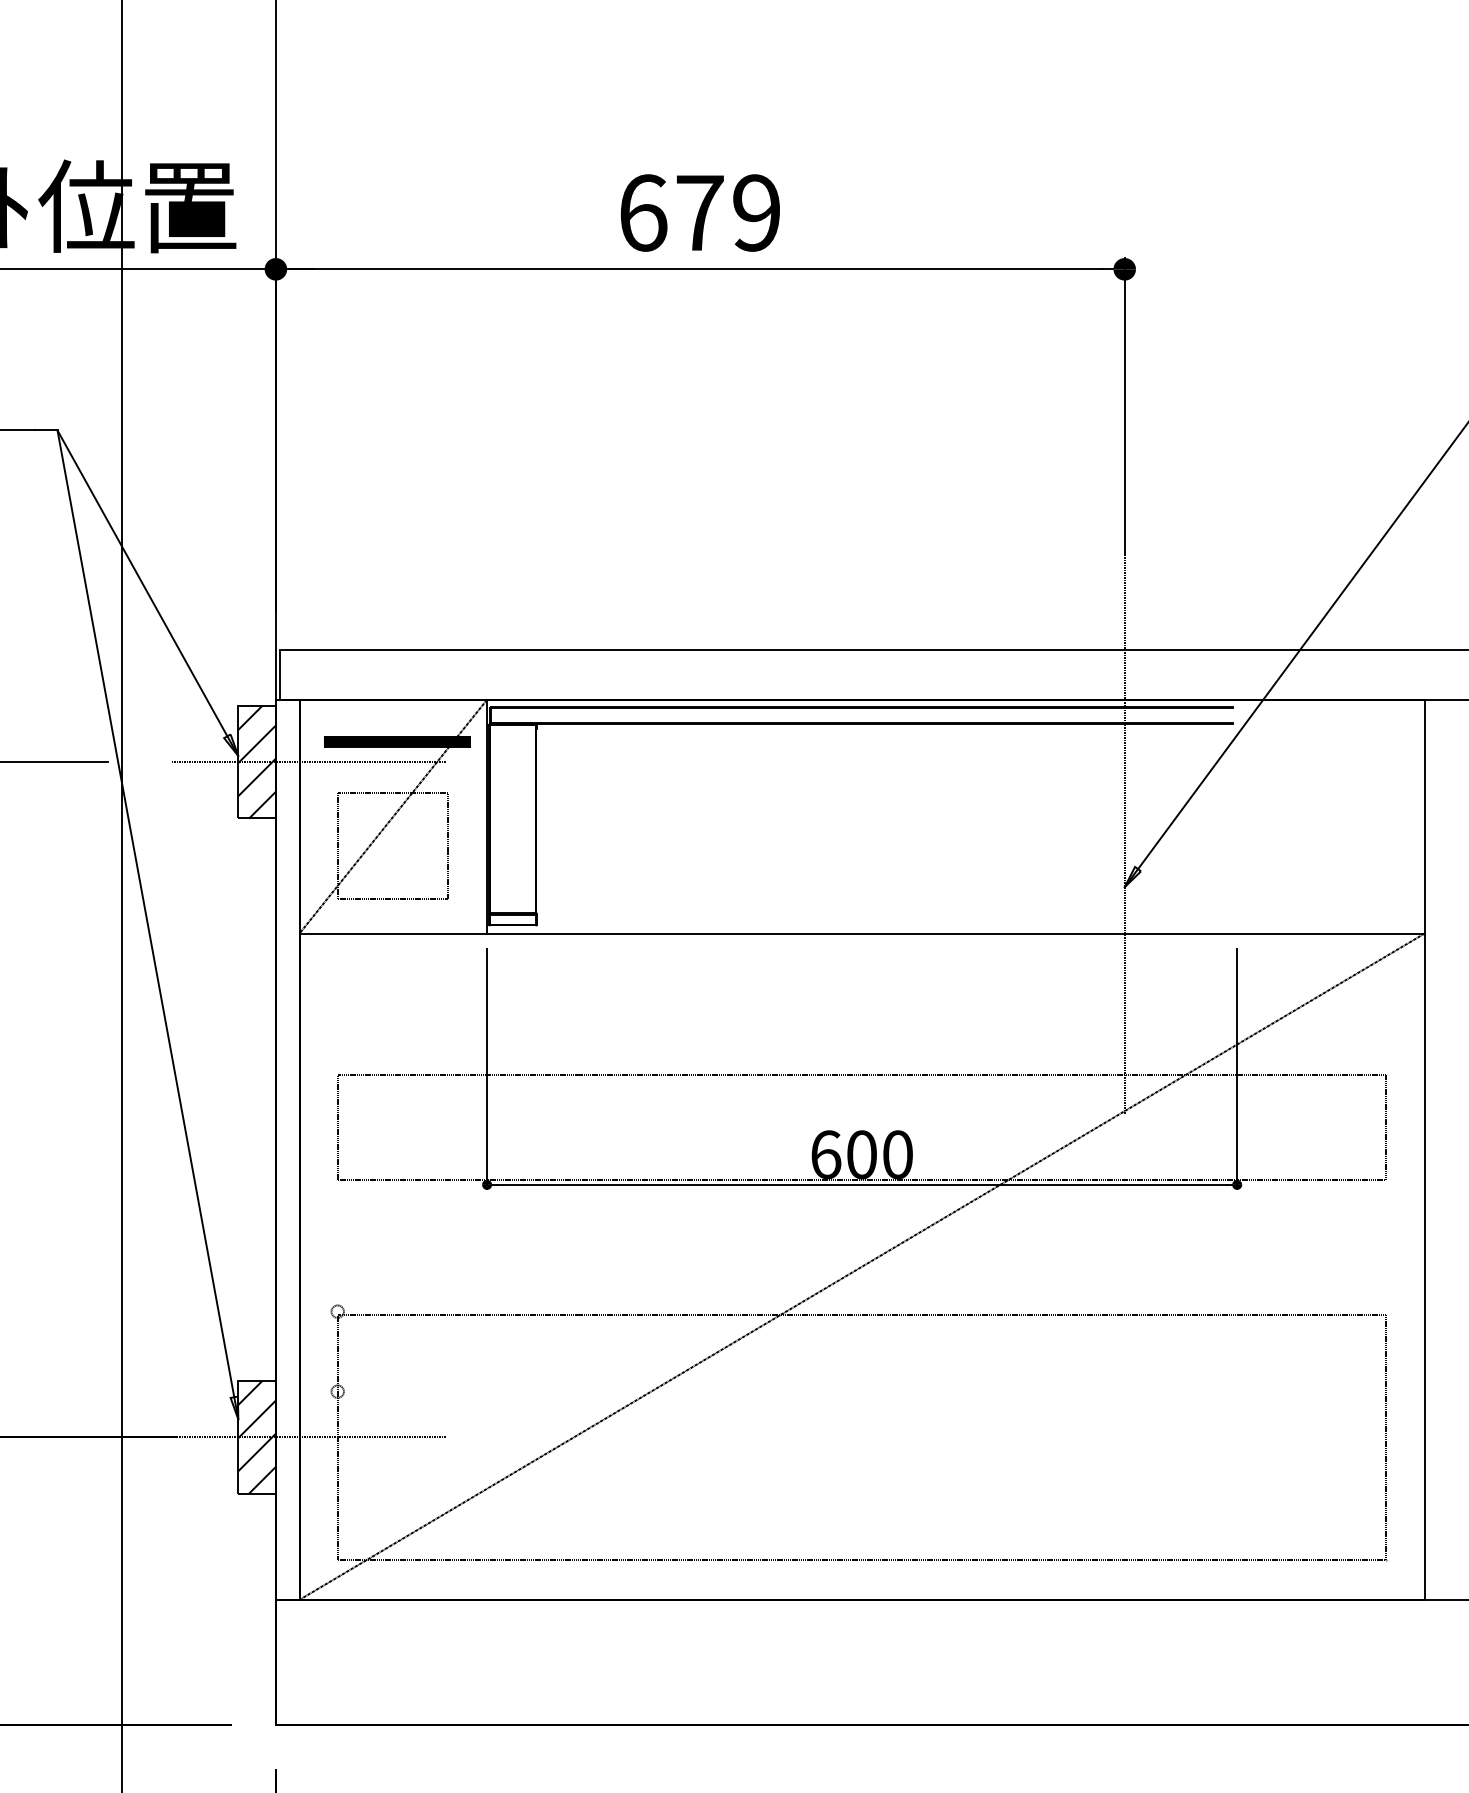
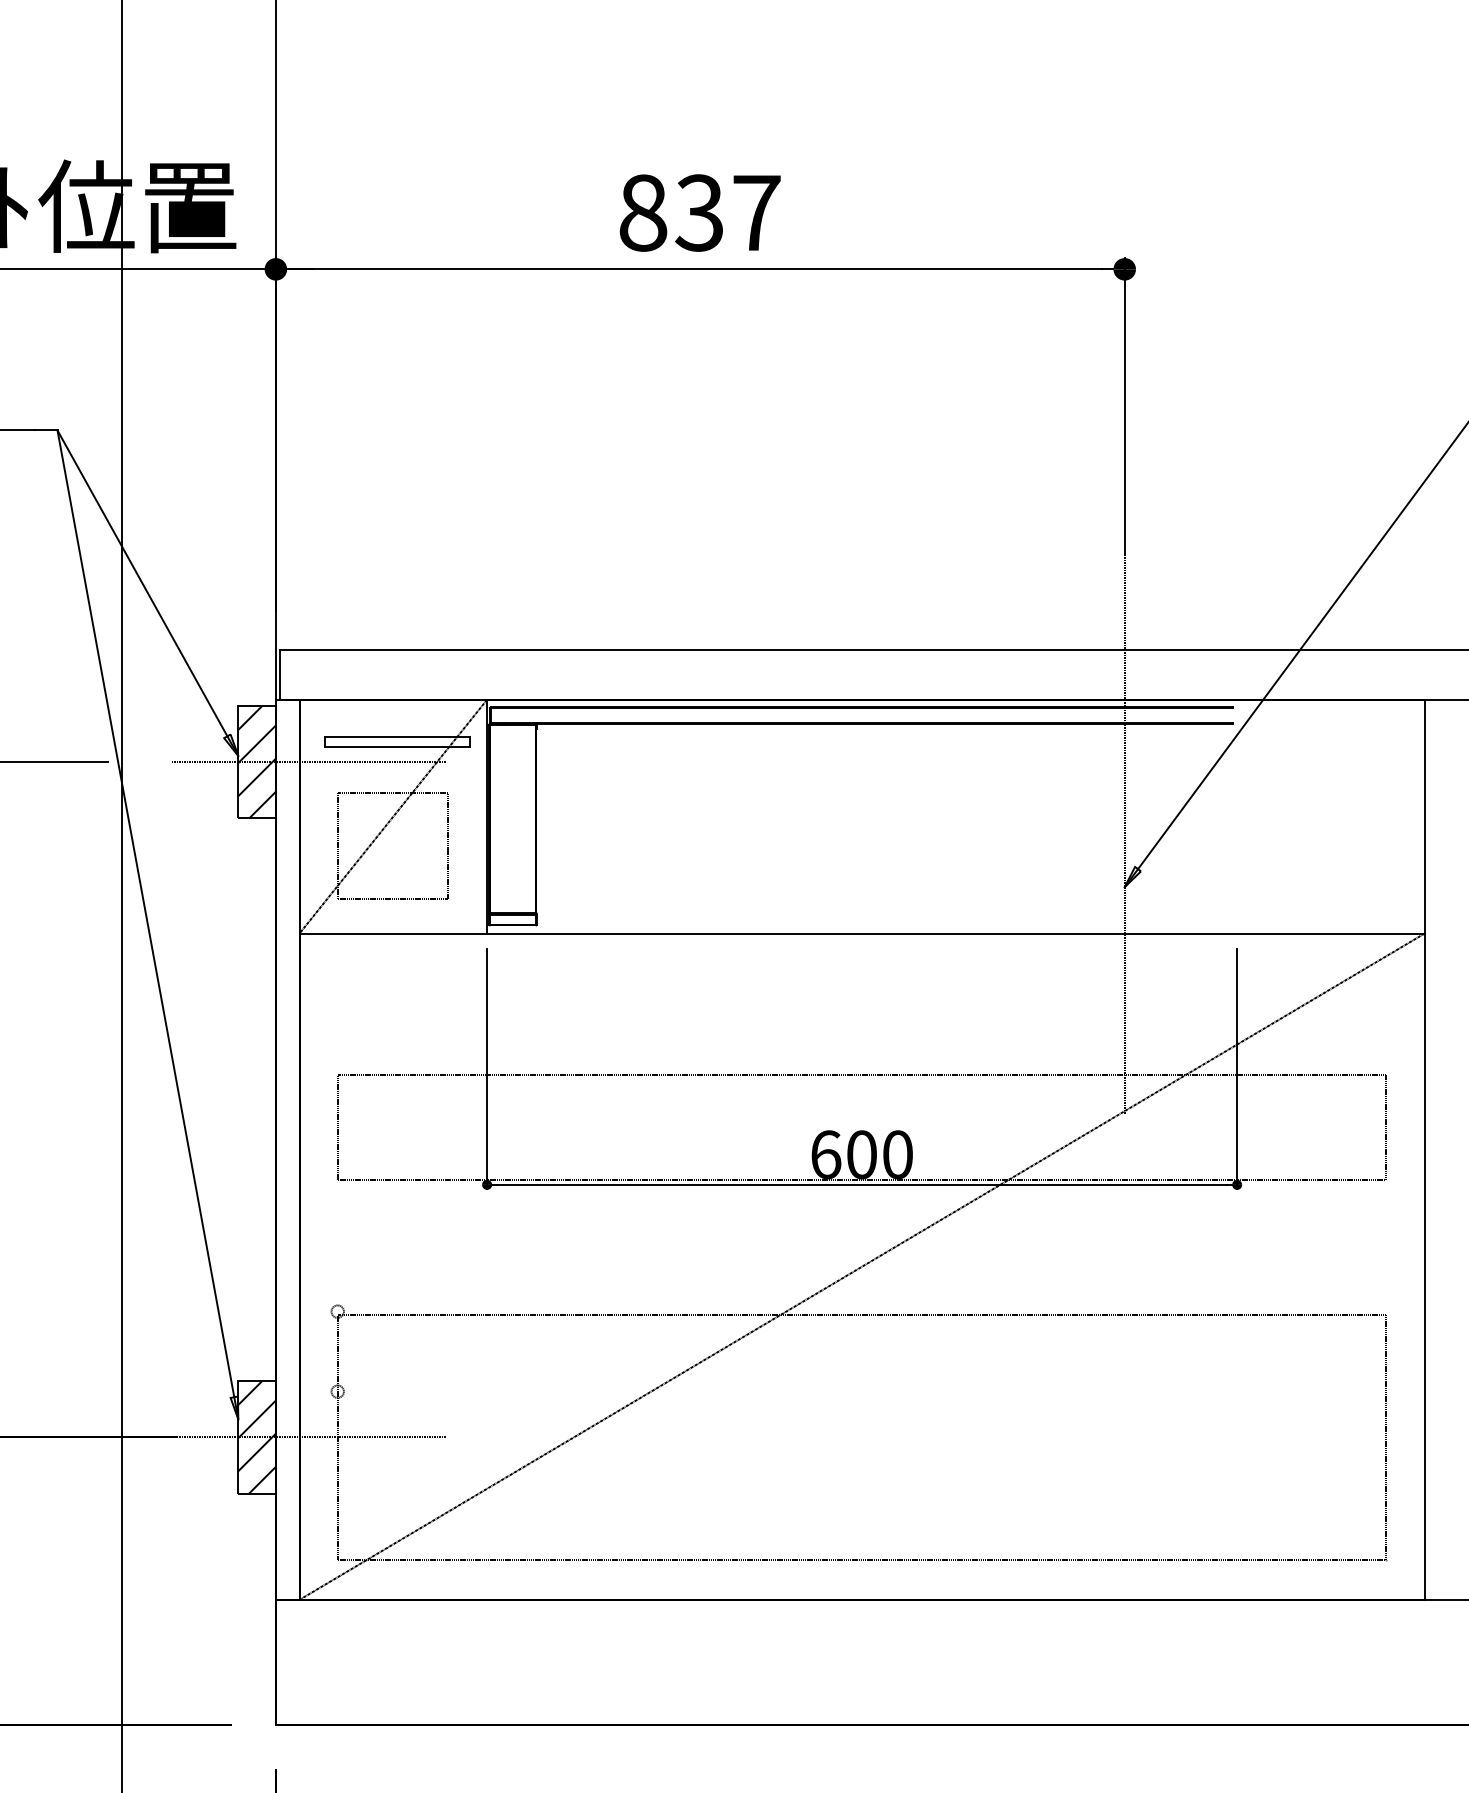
text at (699, 212): 679 -> 837
hatch at (396, 741): present -> none
